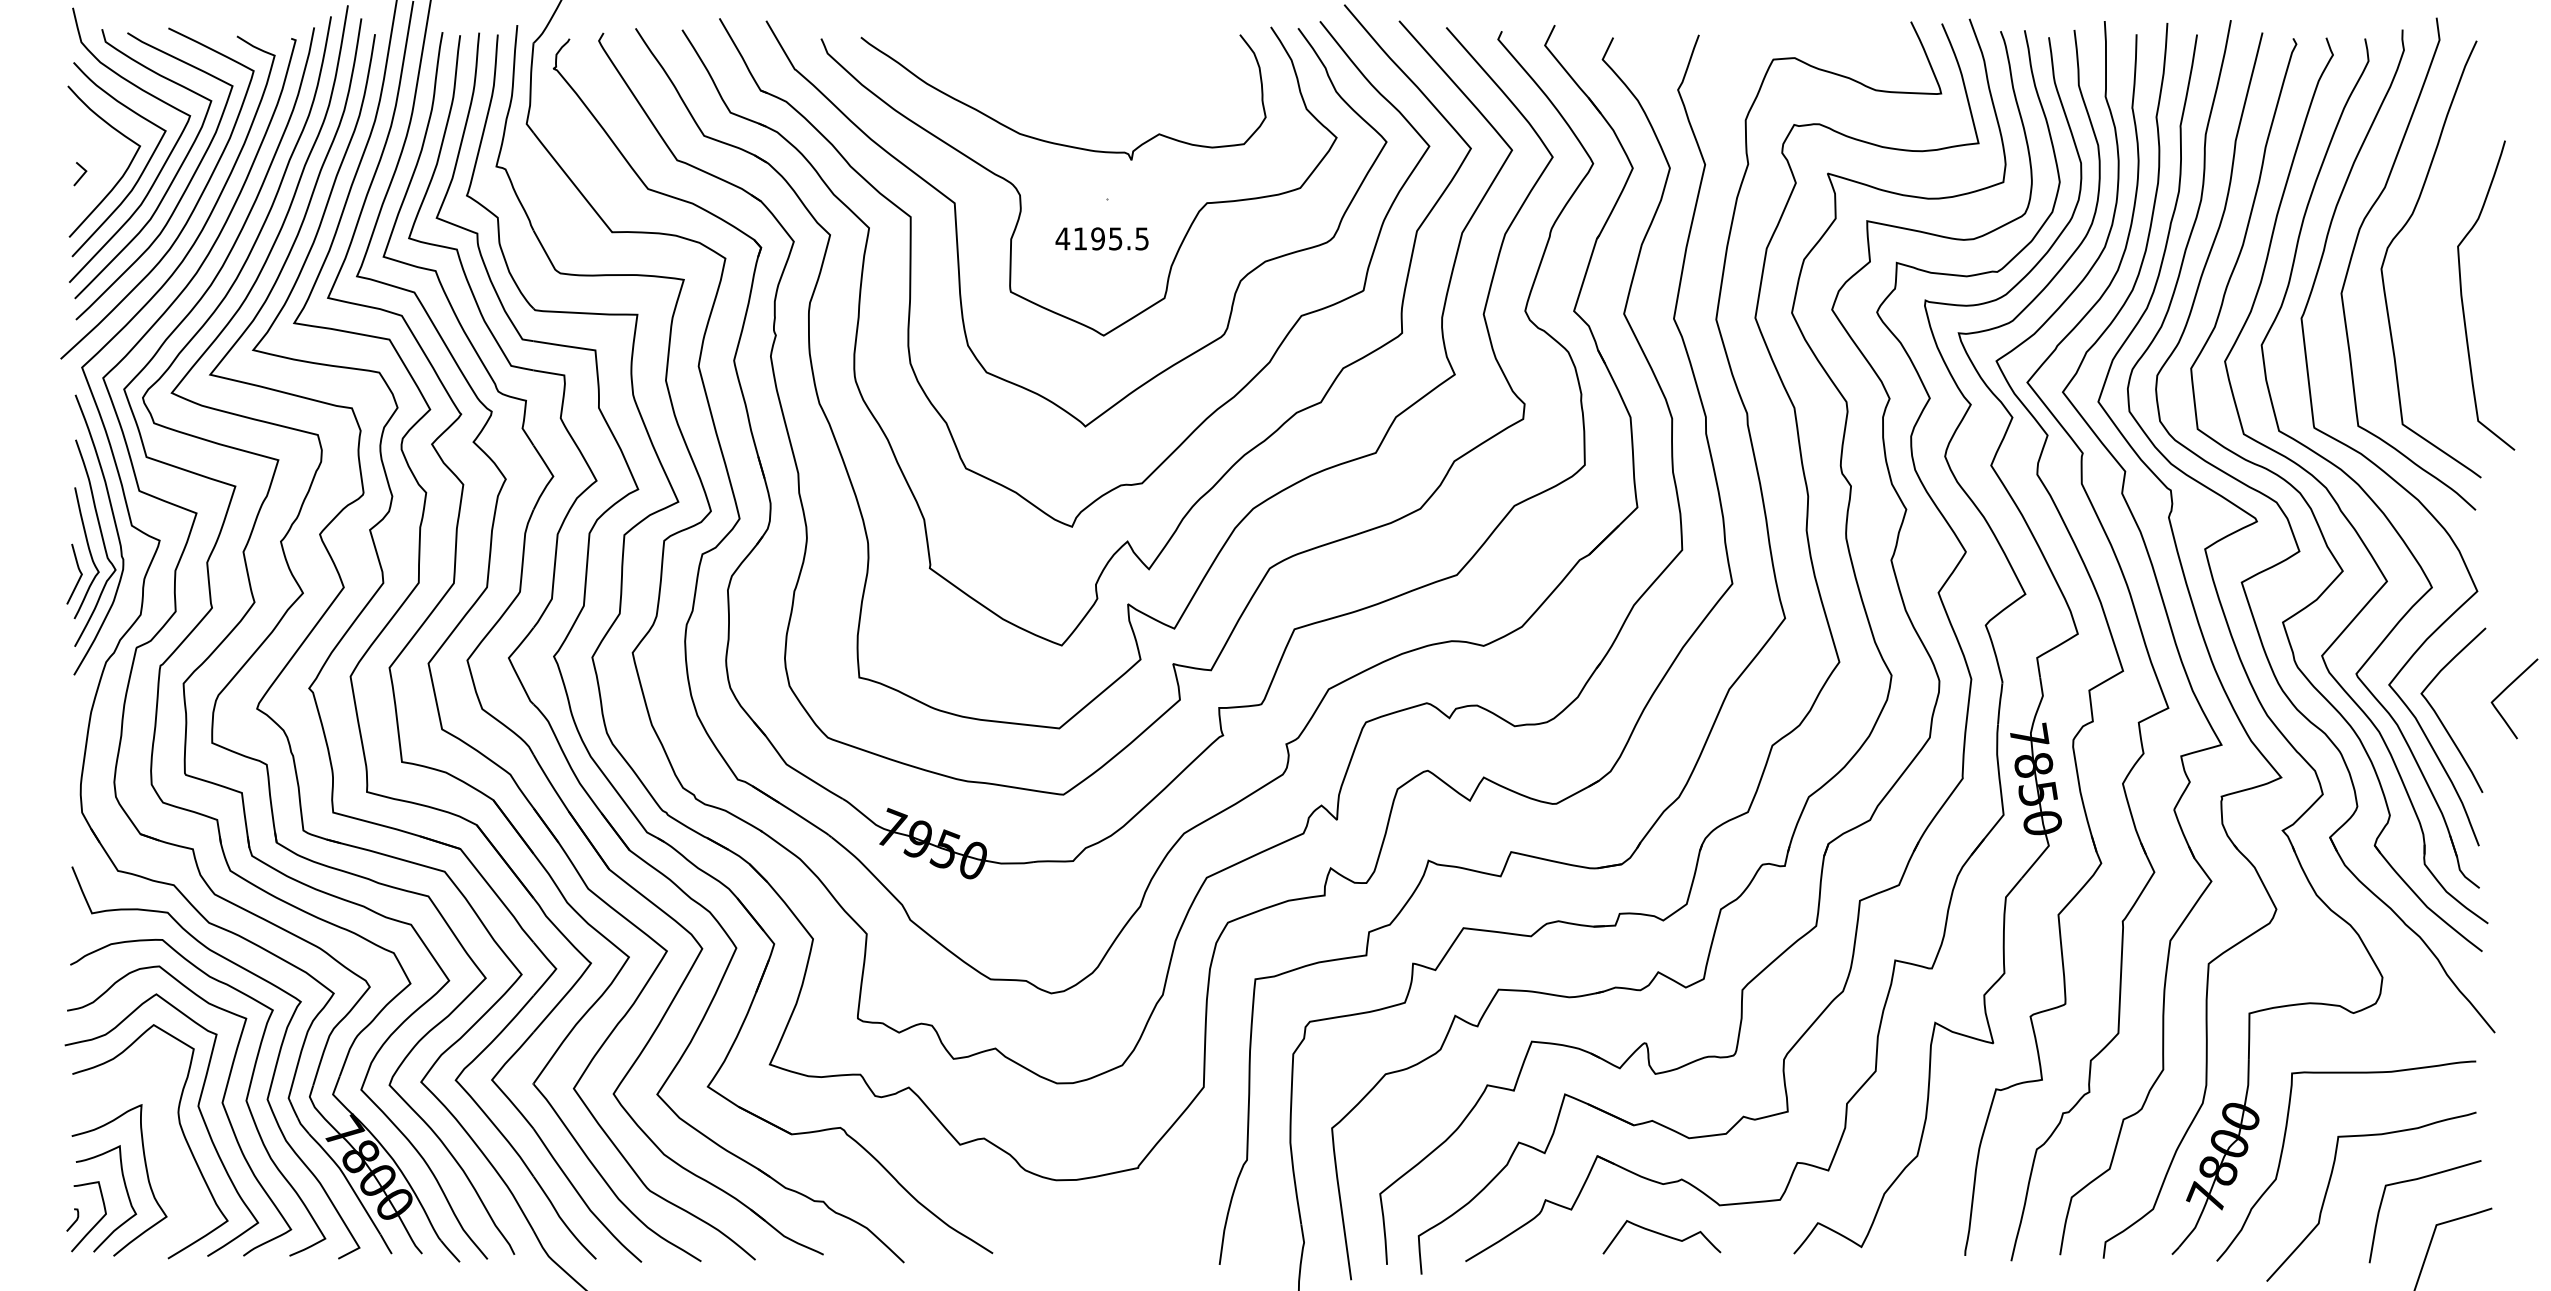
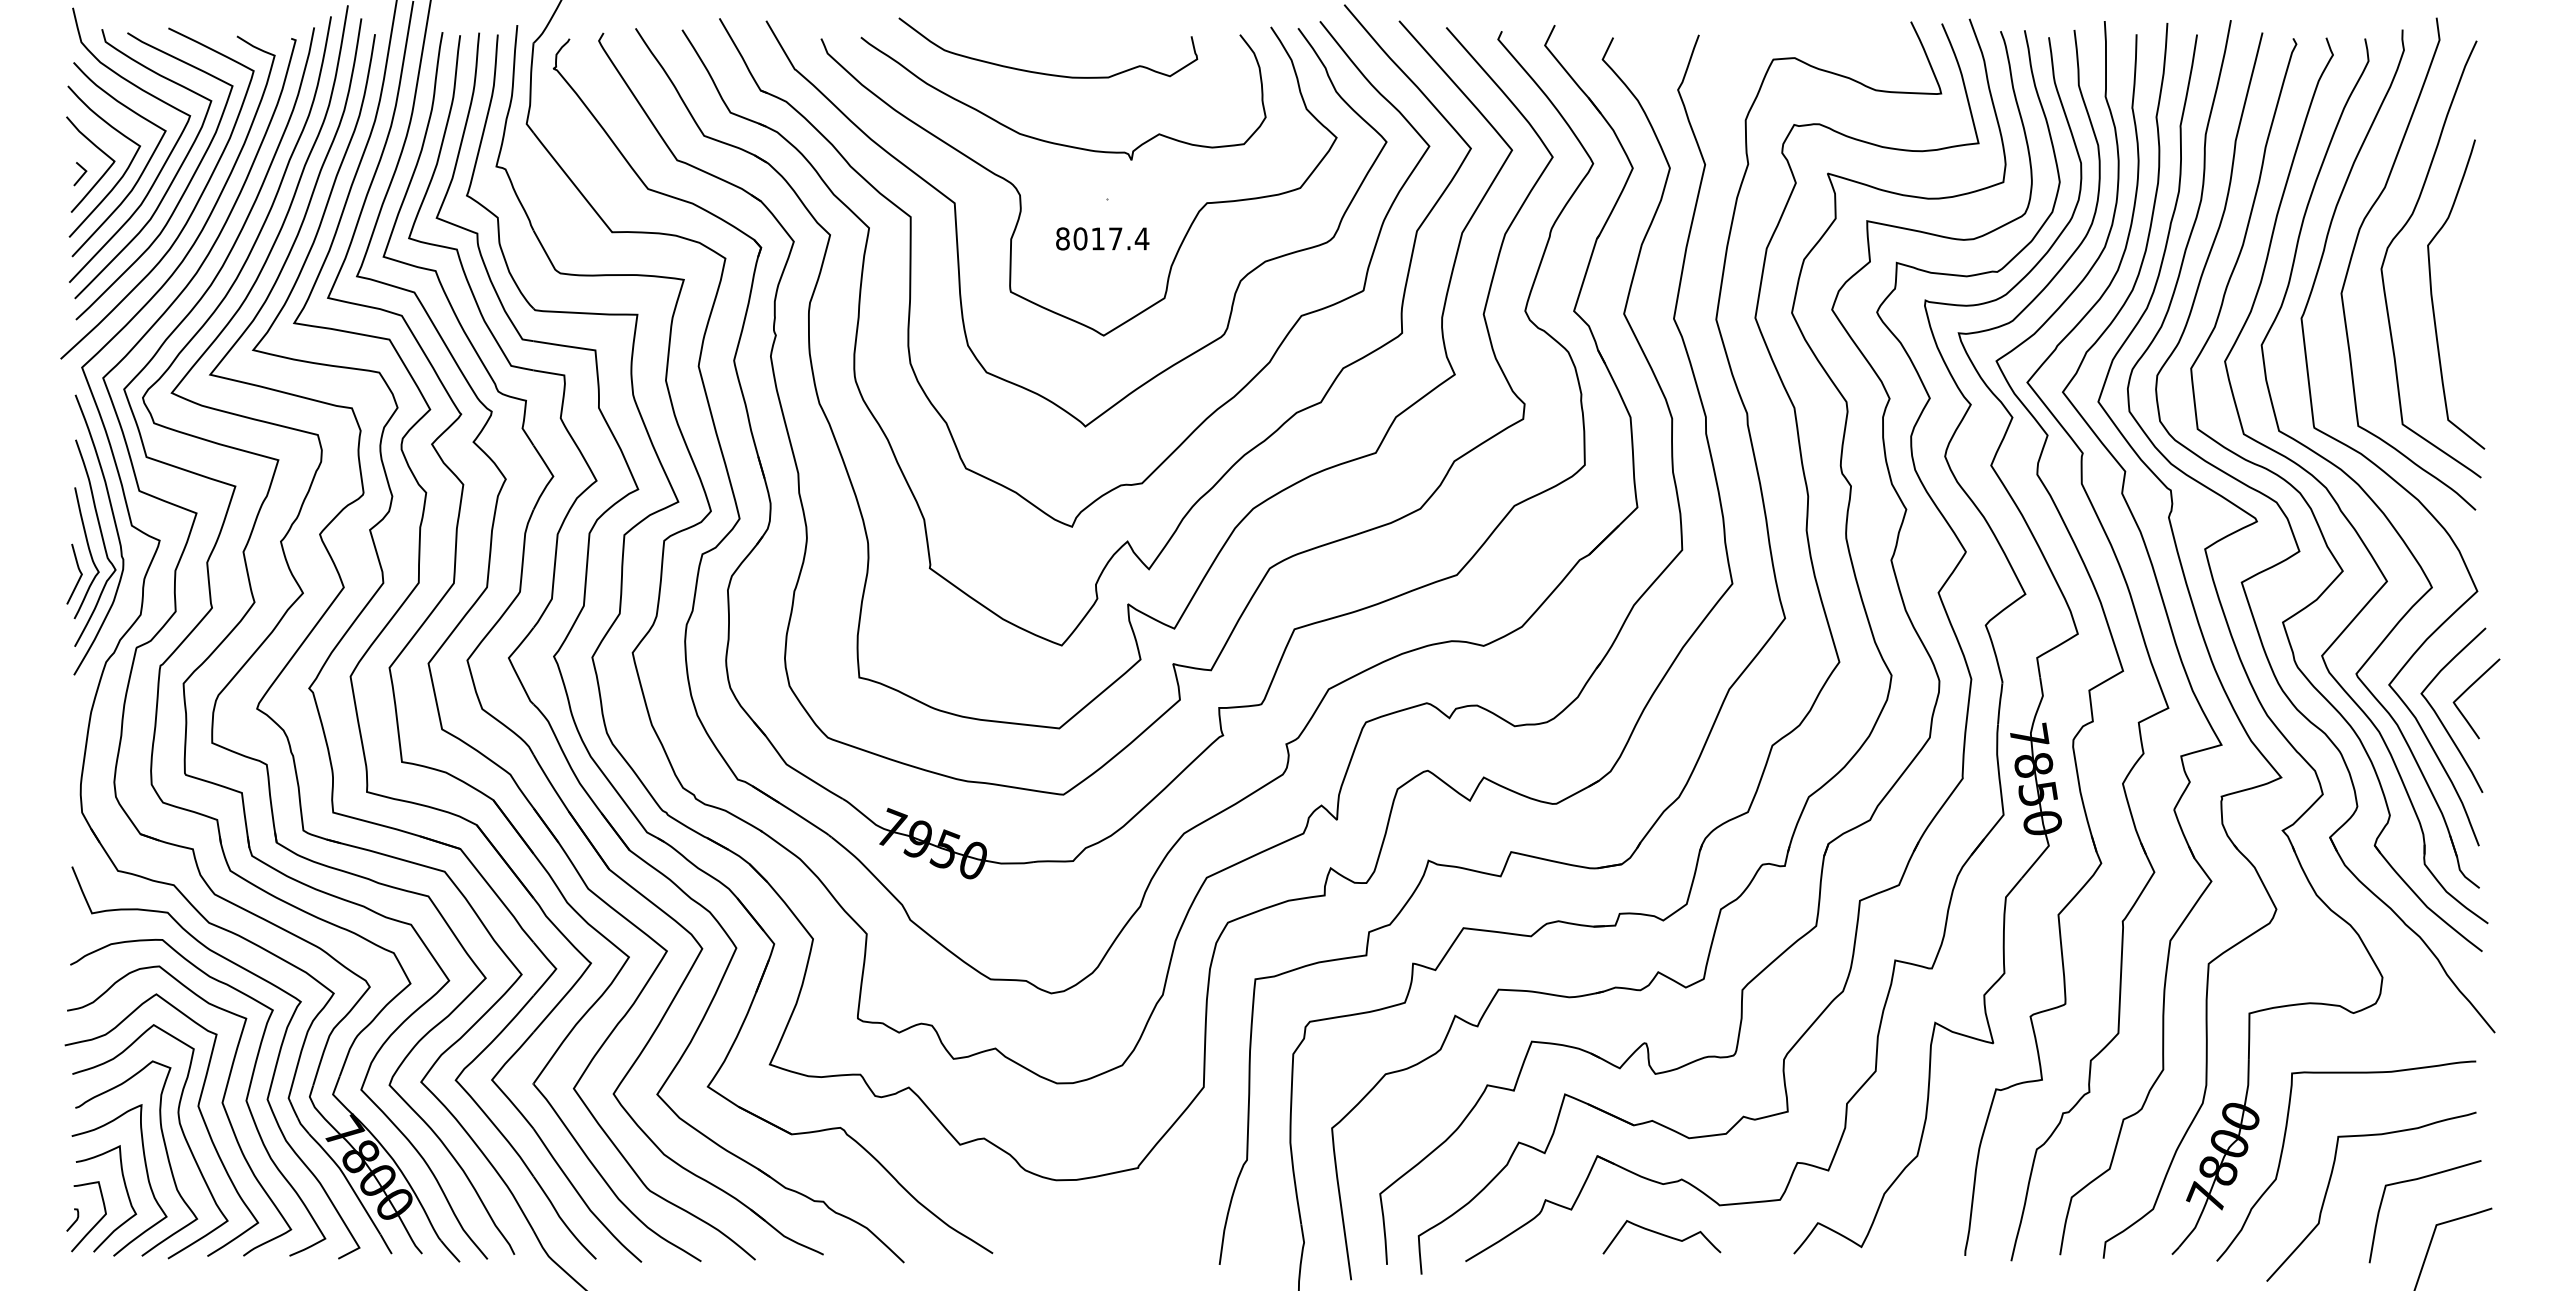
curve at (1042, 72): none -> present
curve at (102, 174): none -> present
text at (1102, 238): 4195.5 -> 8017.4
curve at (2462, 295) position: (2462, 295) -> (2432, 294)
curve at (2506, 689) position: (2506, 689) -> (2468, 689)
curve at (165, 1151): none -> present
